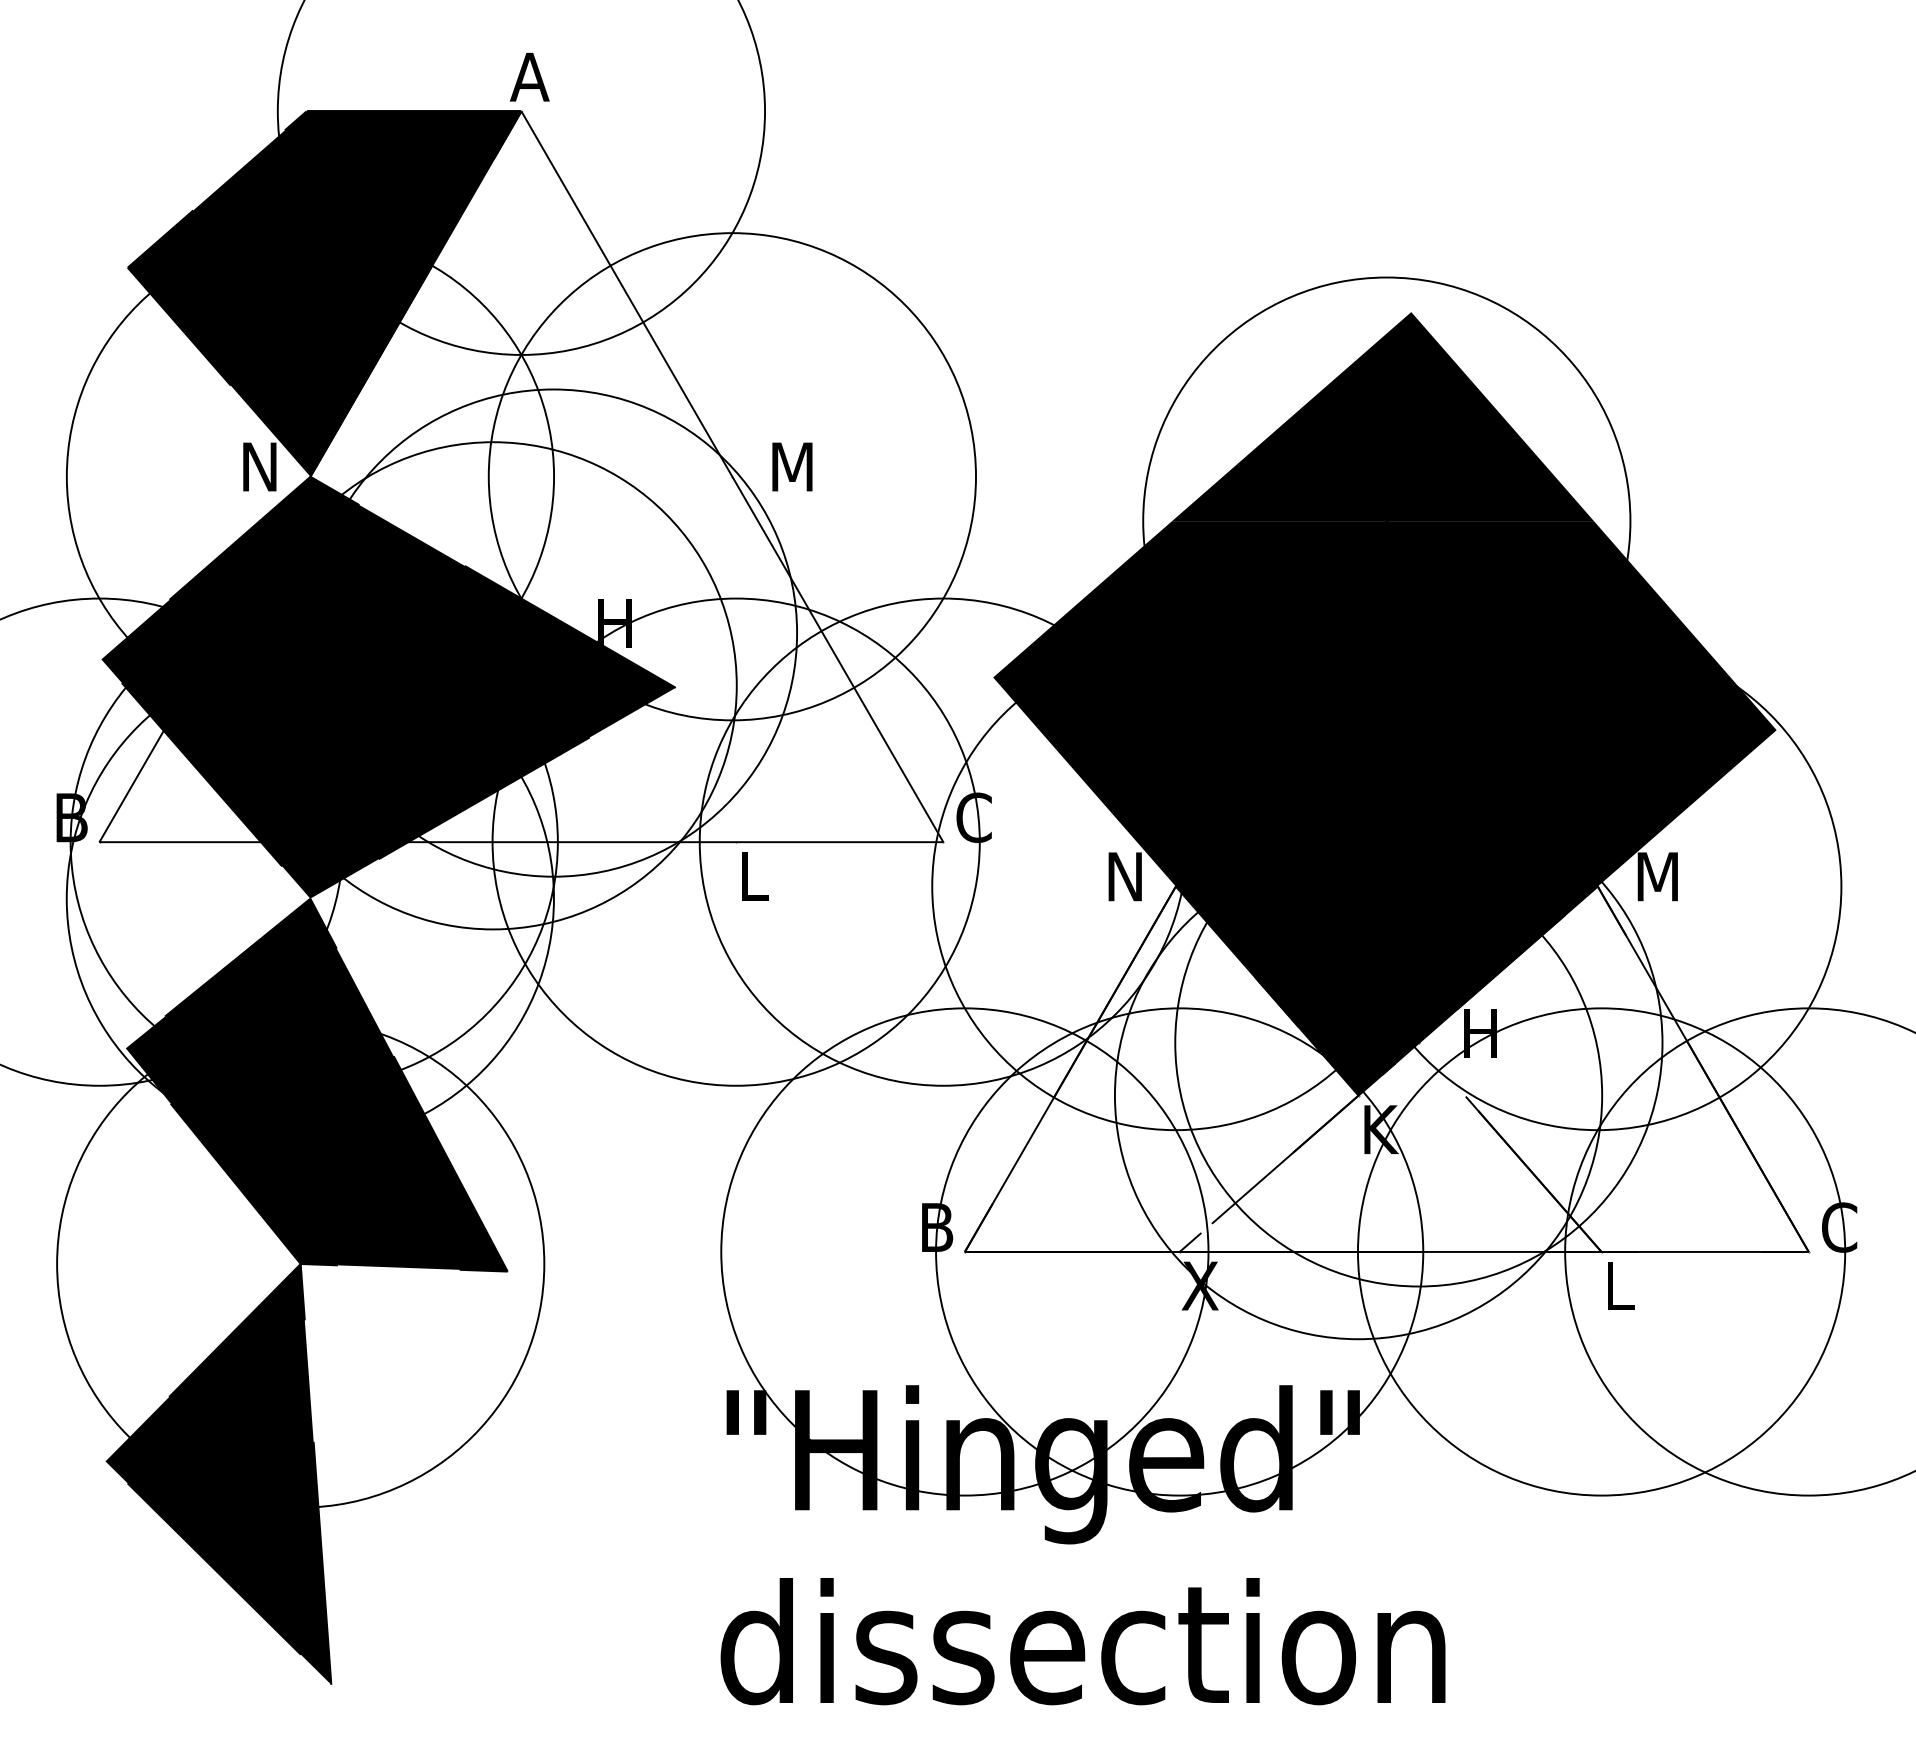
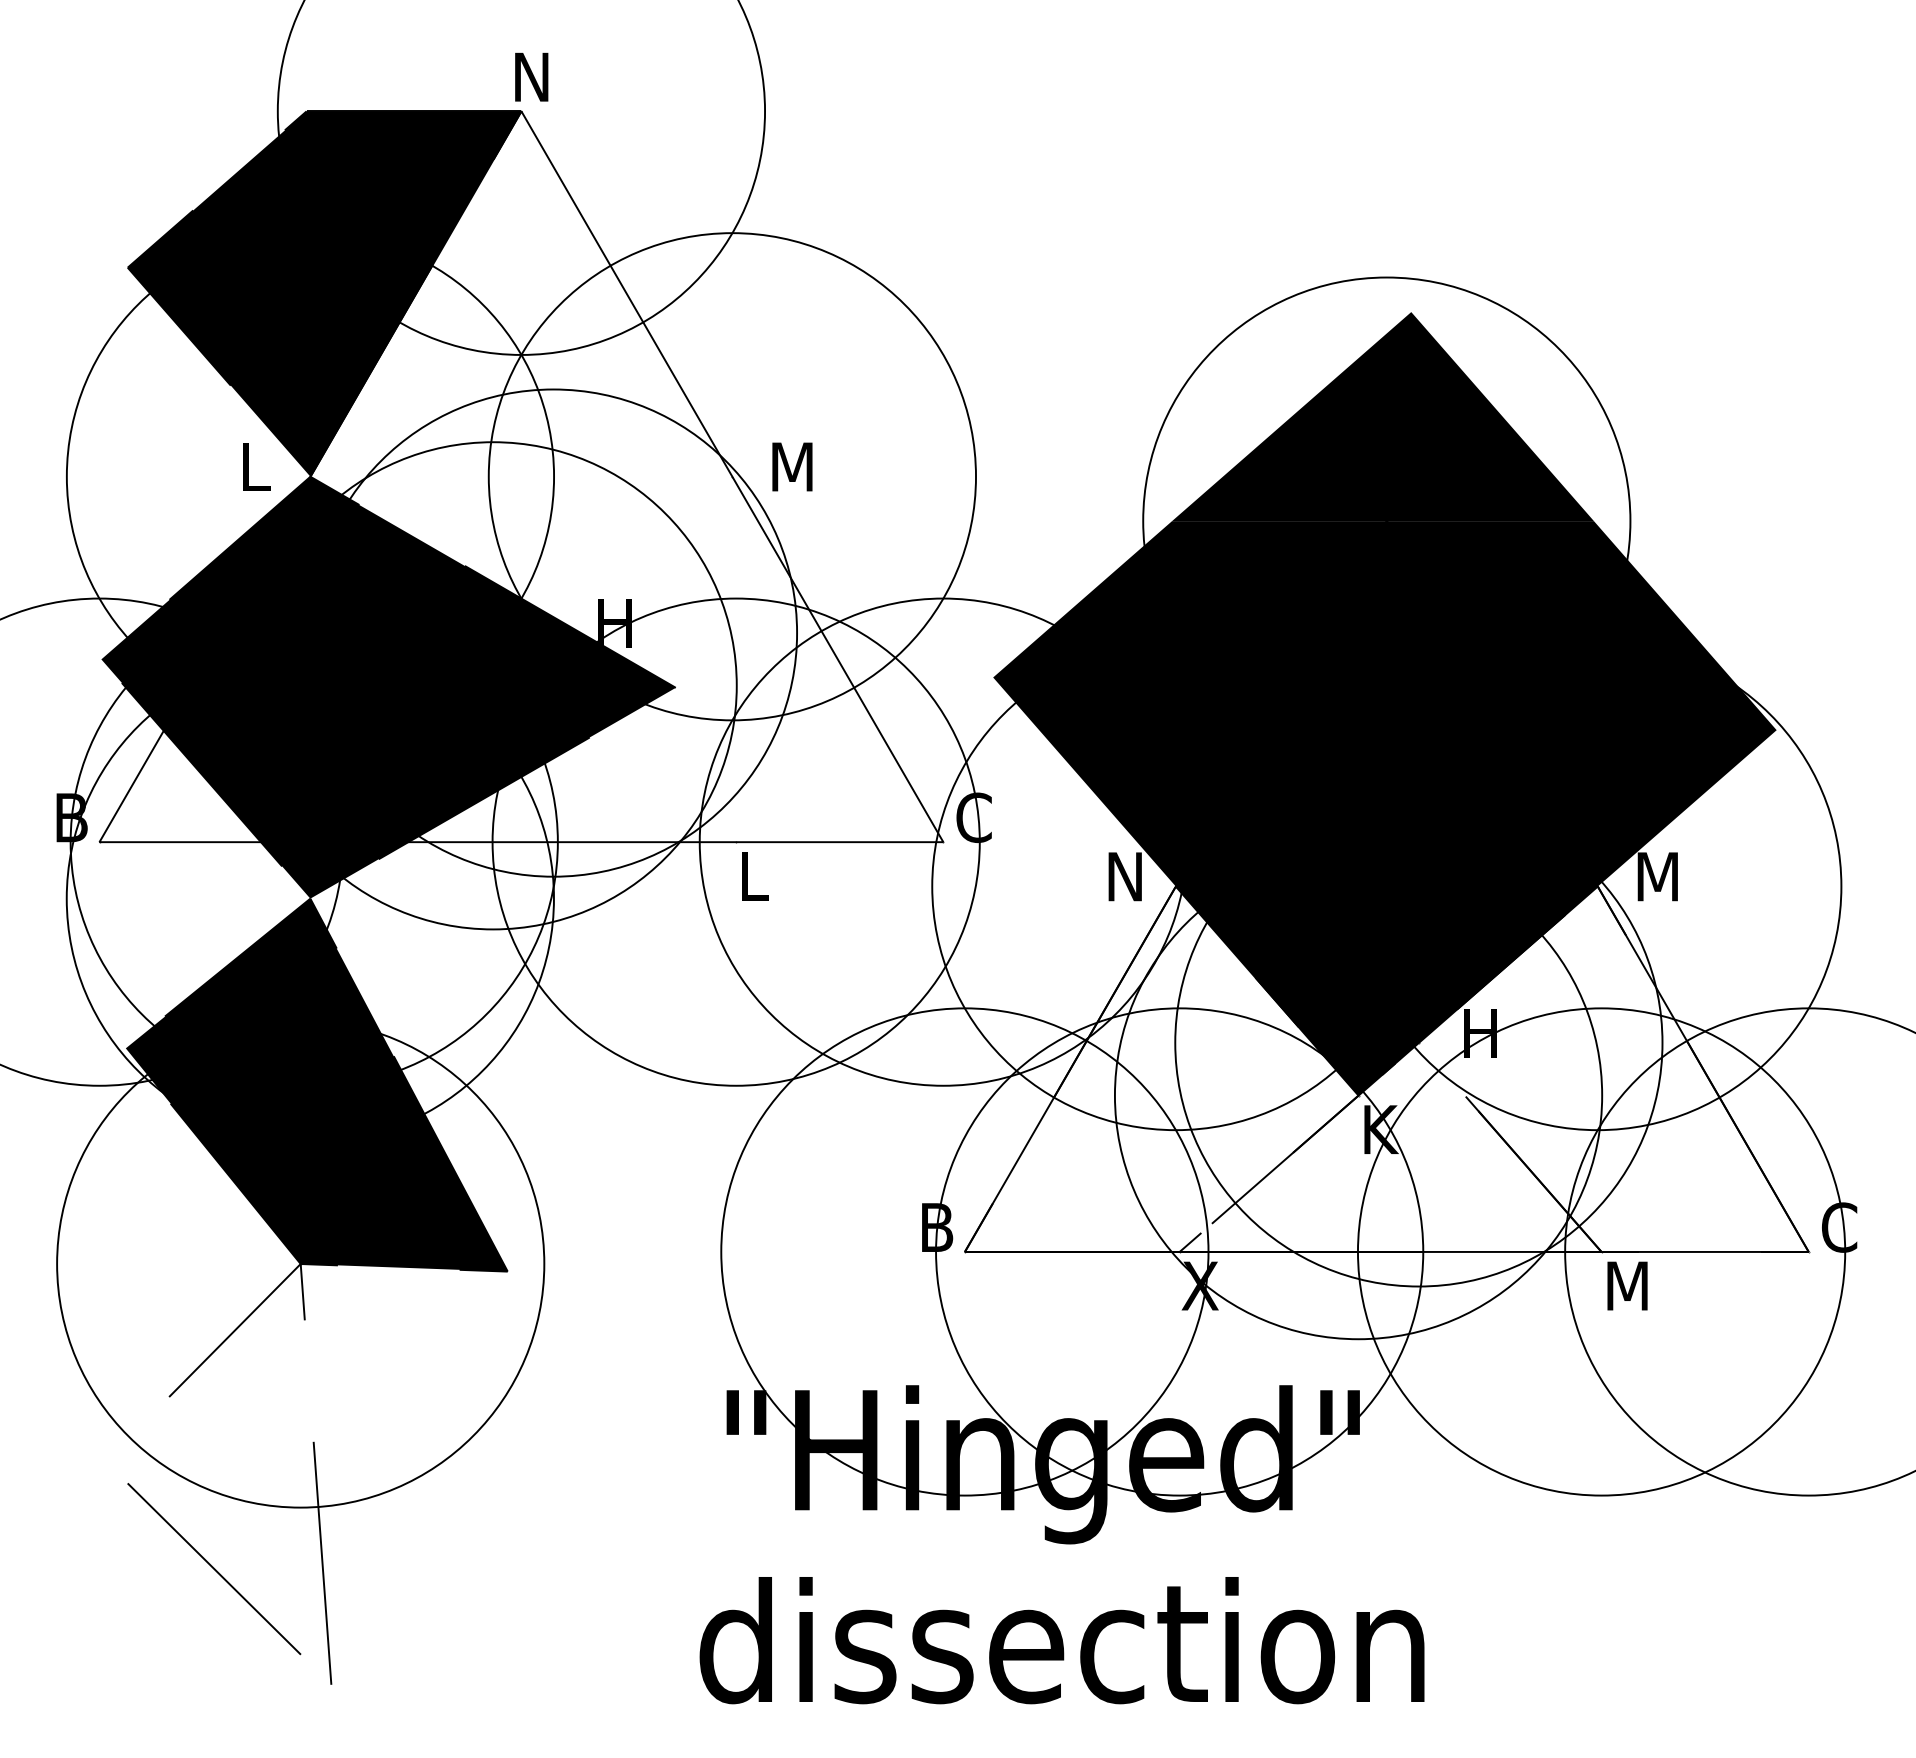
text at (529, 76): A -> N
text at (259, 466): N -> L
text at (1627, 1285): L -> M
fill at (218, 1474): present -> none
text at (1082, 1641) position: (1082, 1641) -> (1061, 1640)
